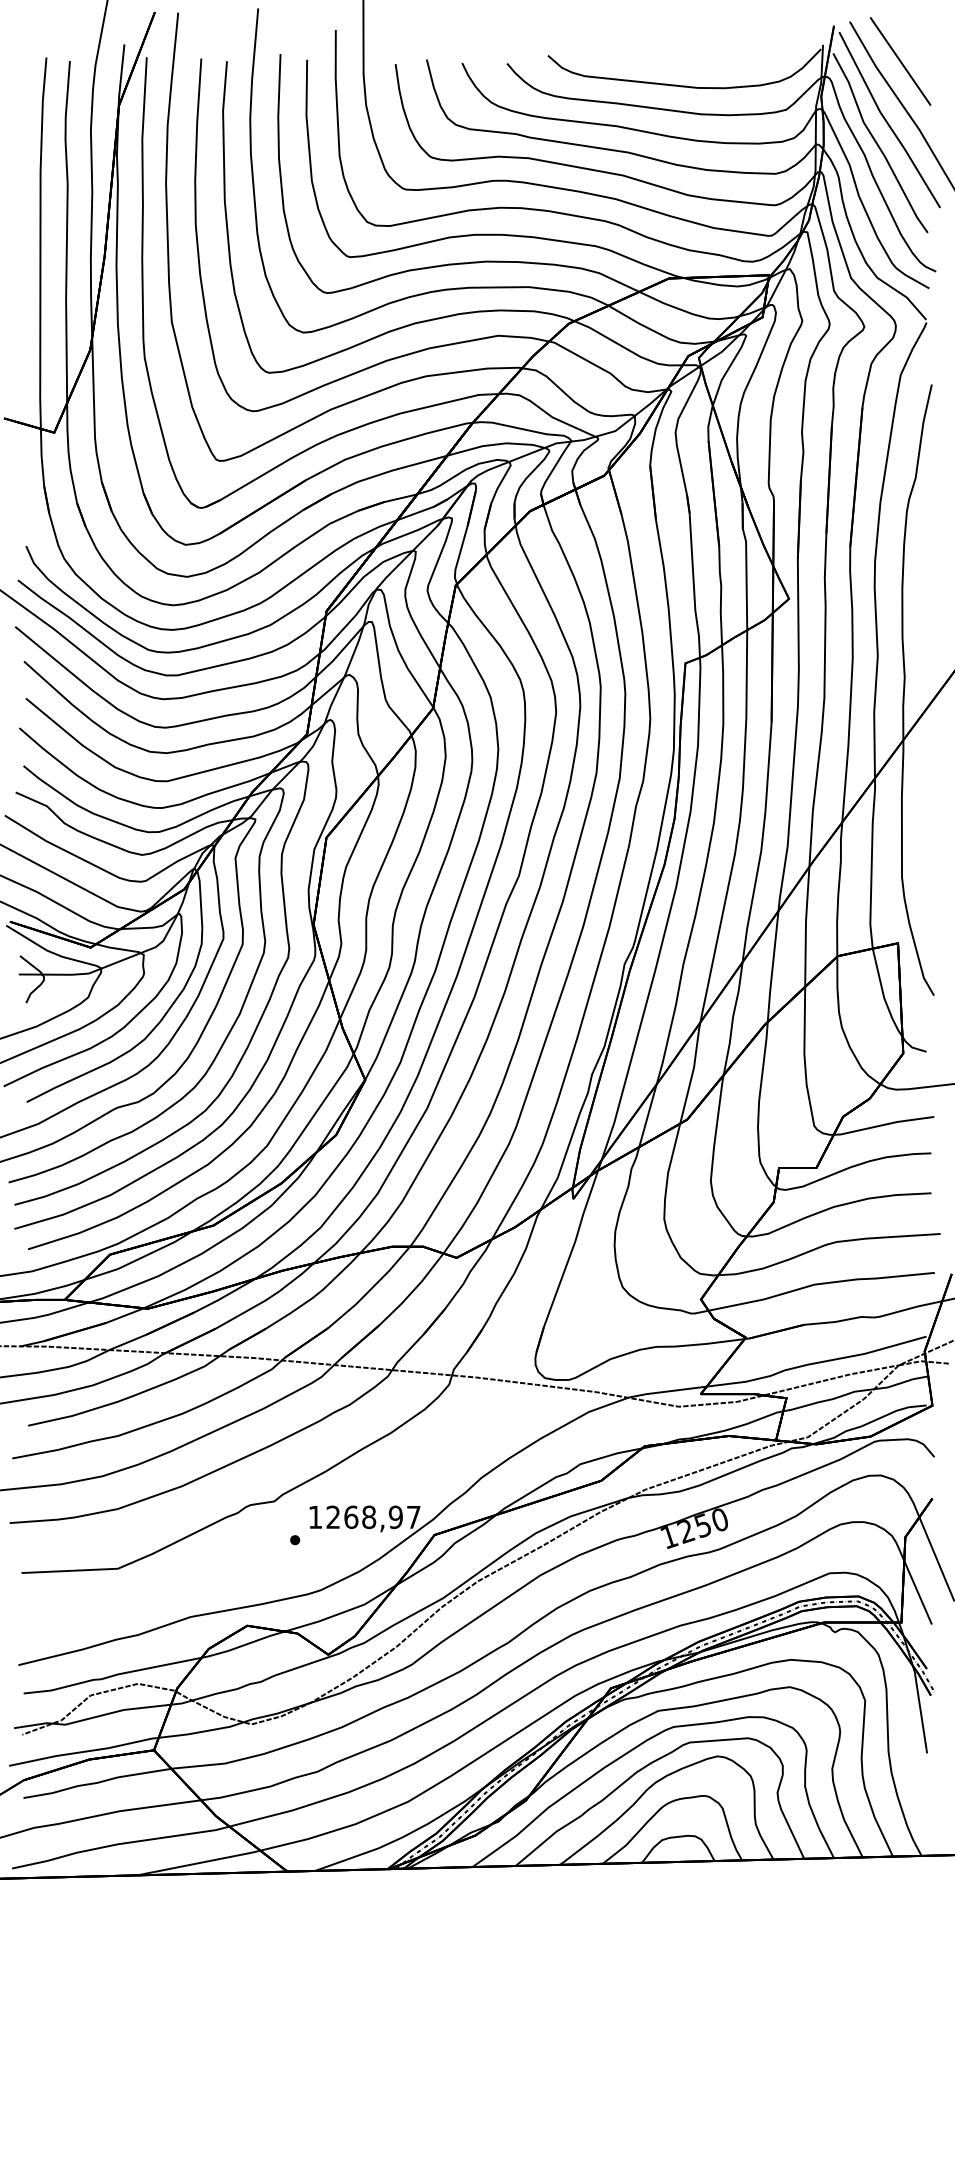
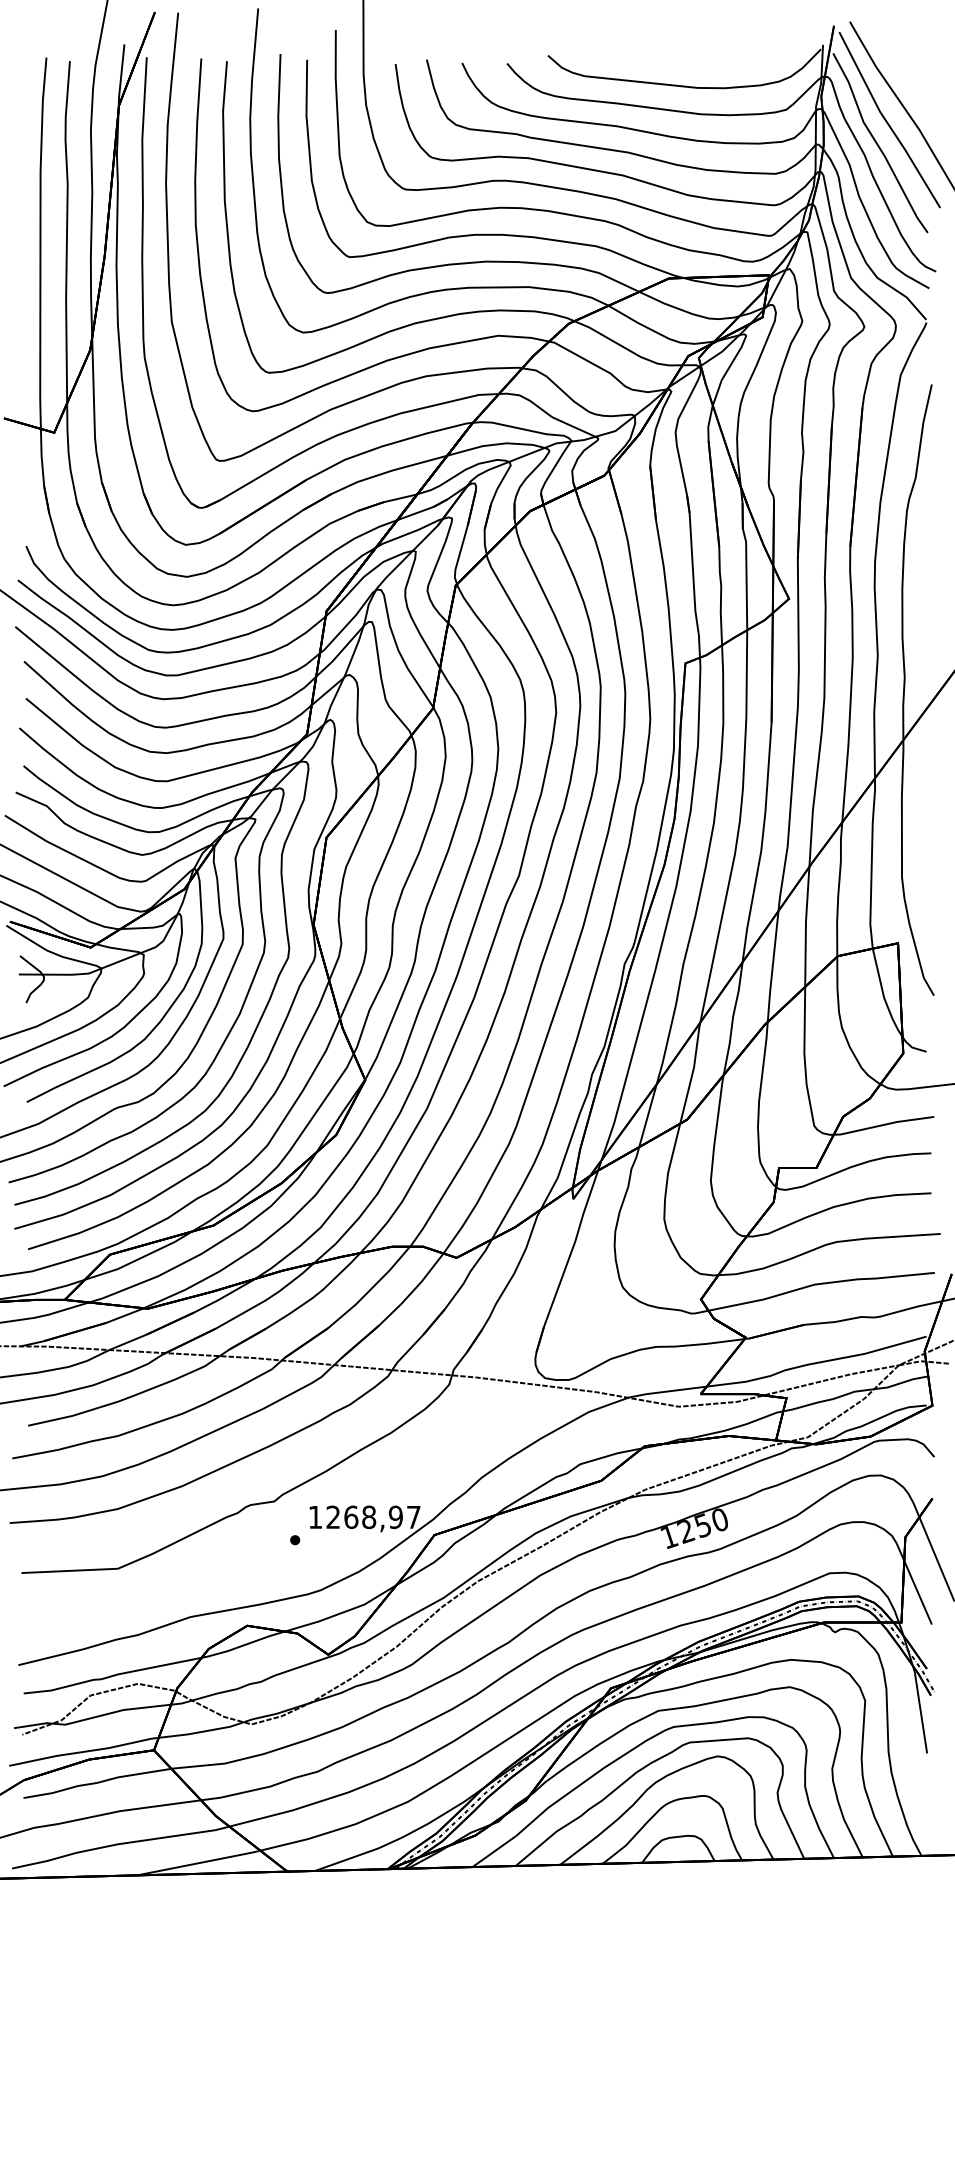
line at (900, 61): present -> none
